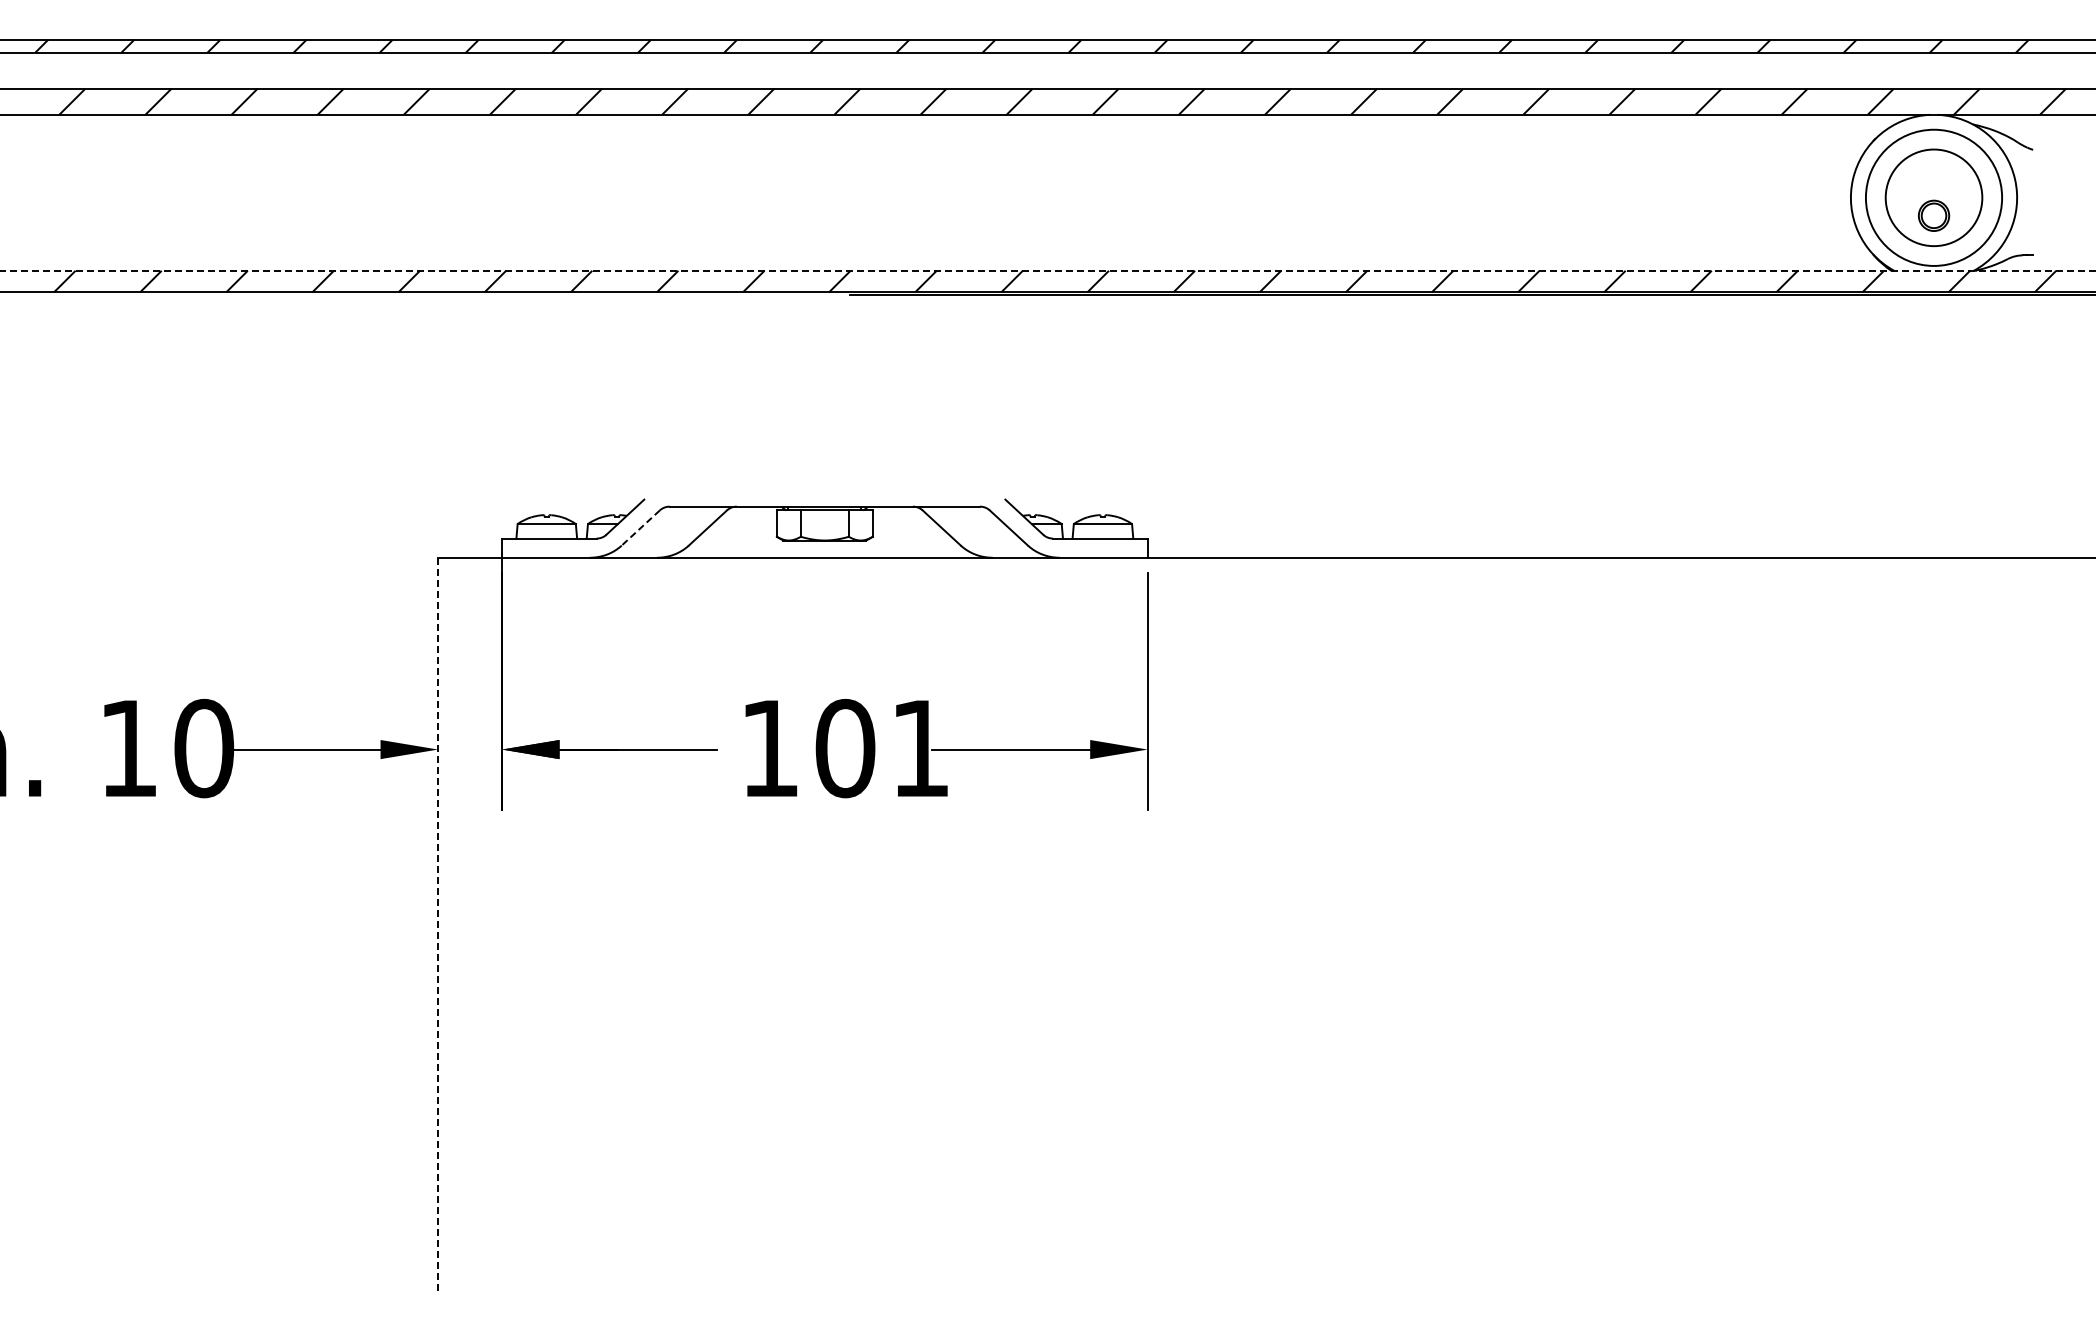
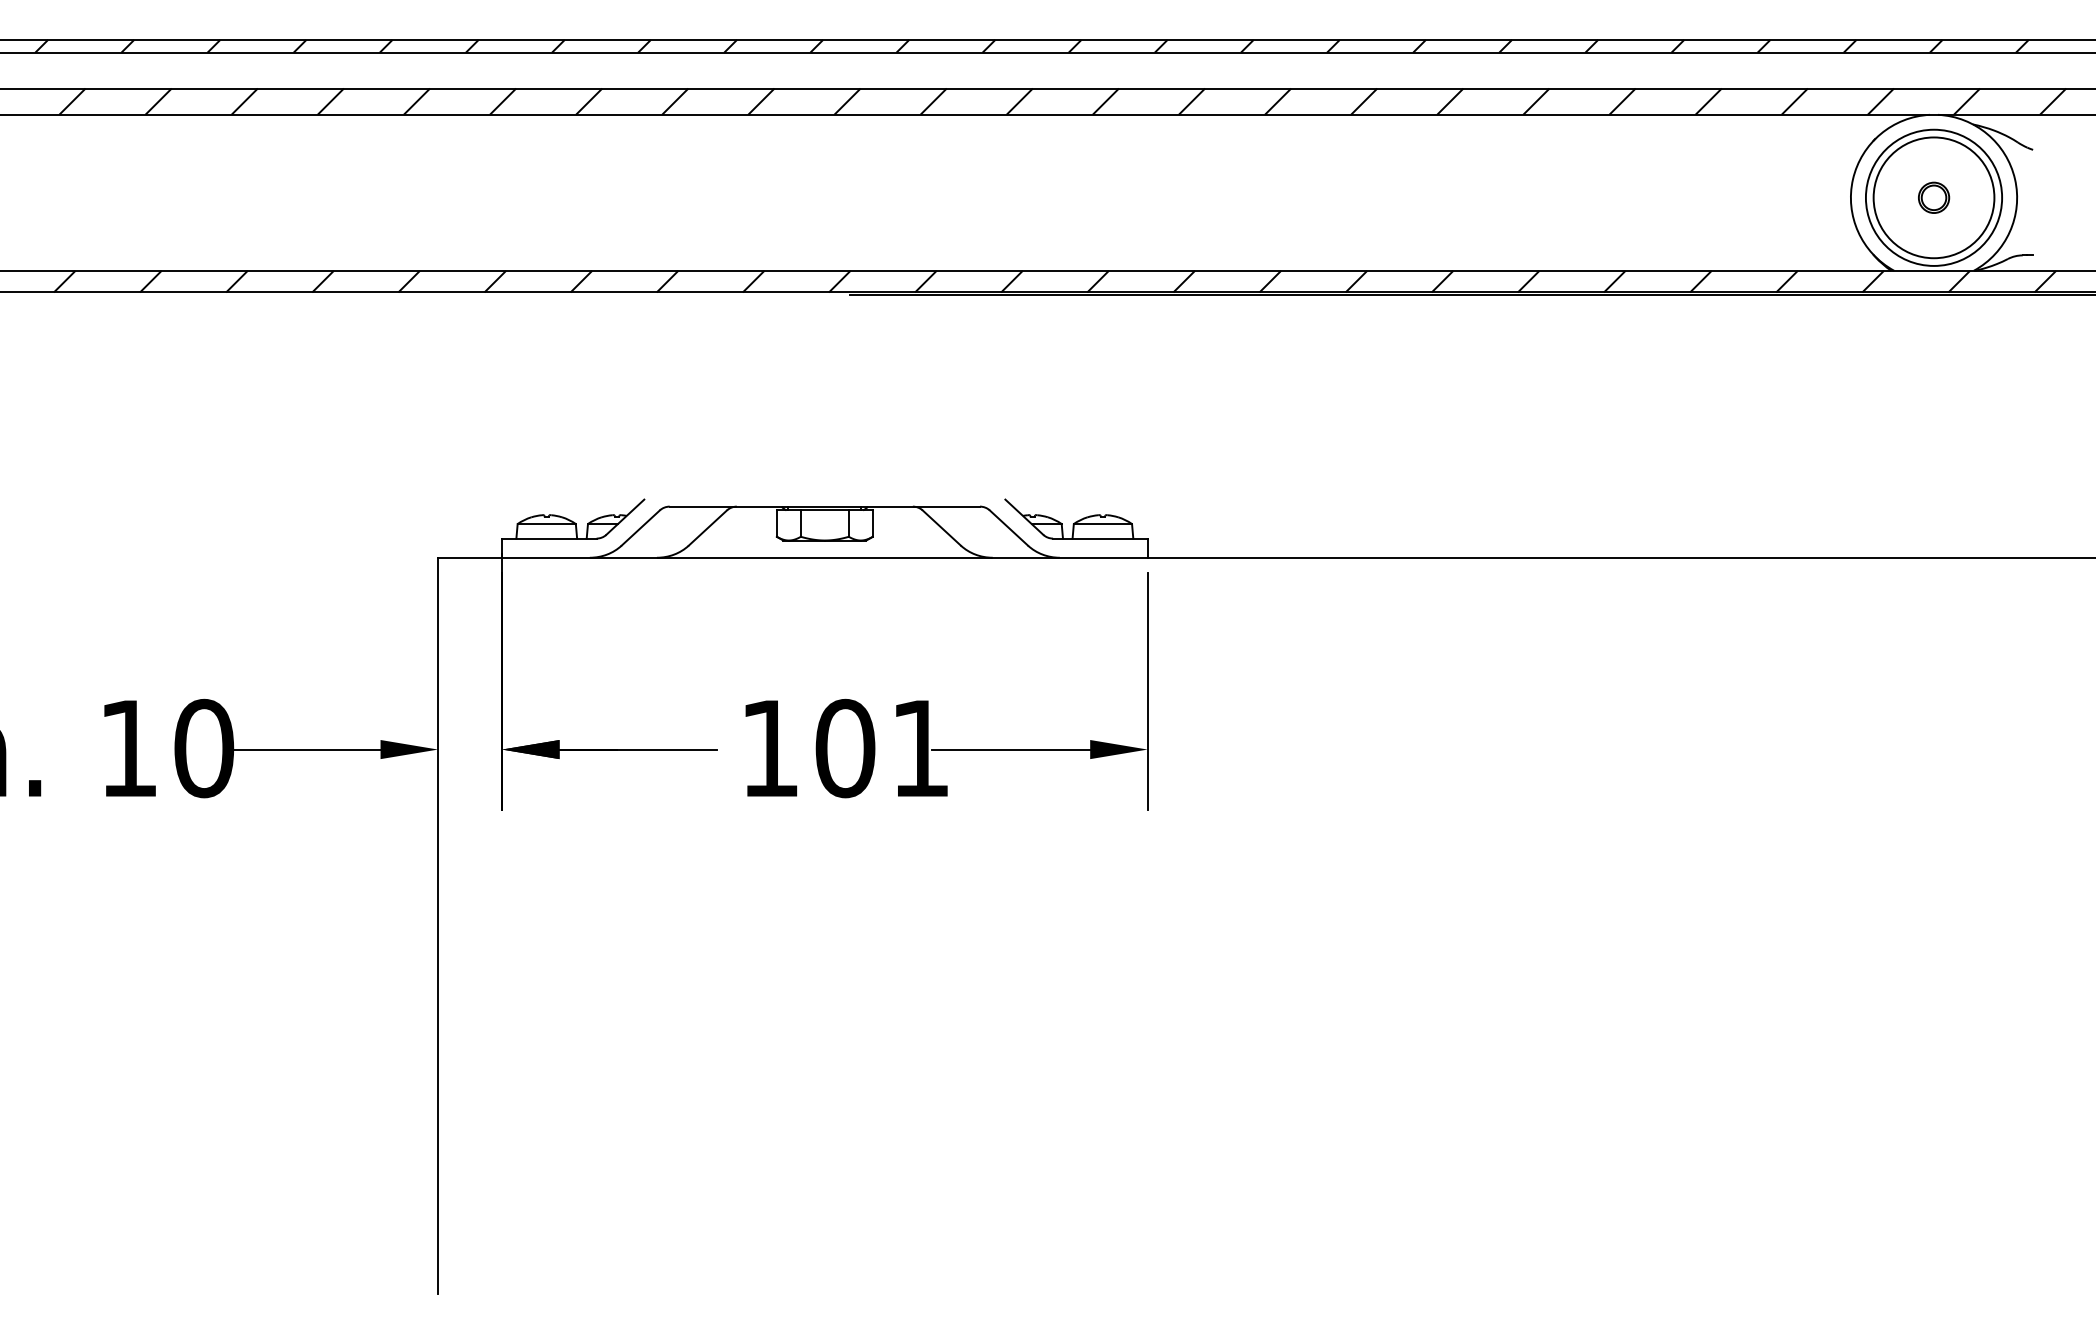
circle at (1933, 197) diameter: 97 px -> 121 px
part at (1934, 215) position: (1934, 215) -> (1934, 197)
line at (1048, 270): dashed -> solid
line at (640, 527): dashed -> solid
line at (438, 926): dashed -> solid
